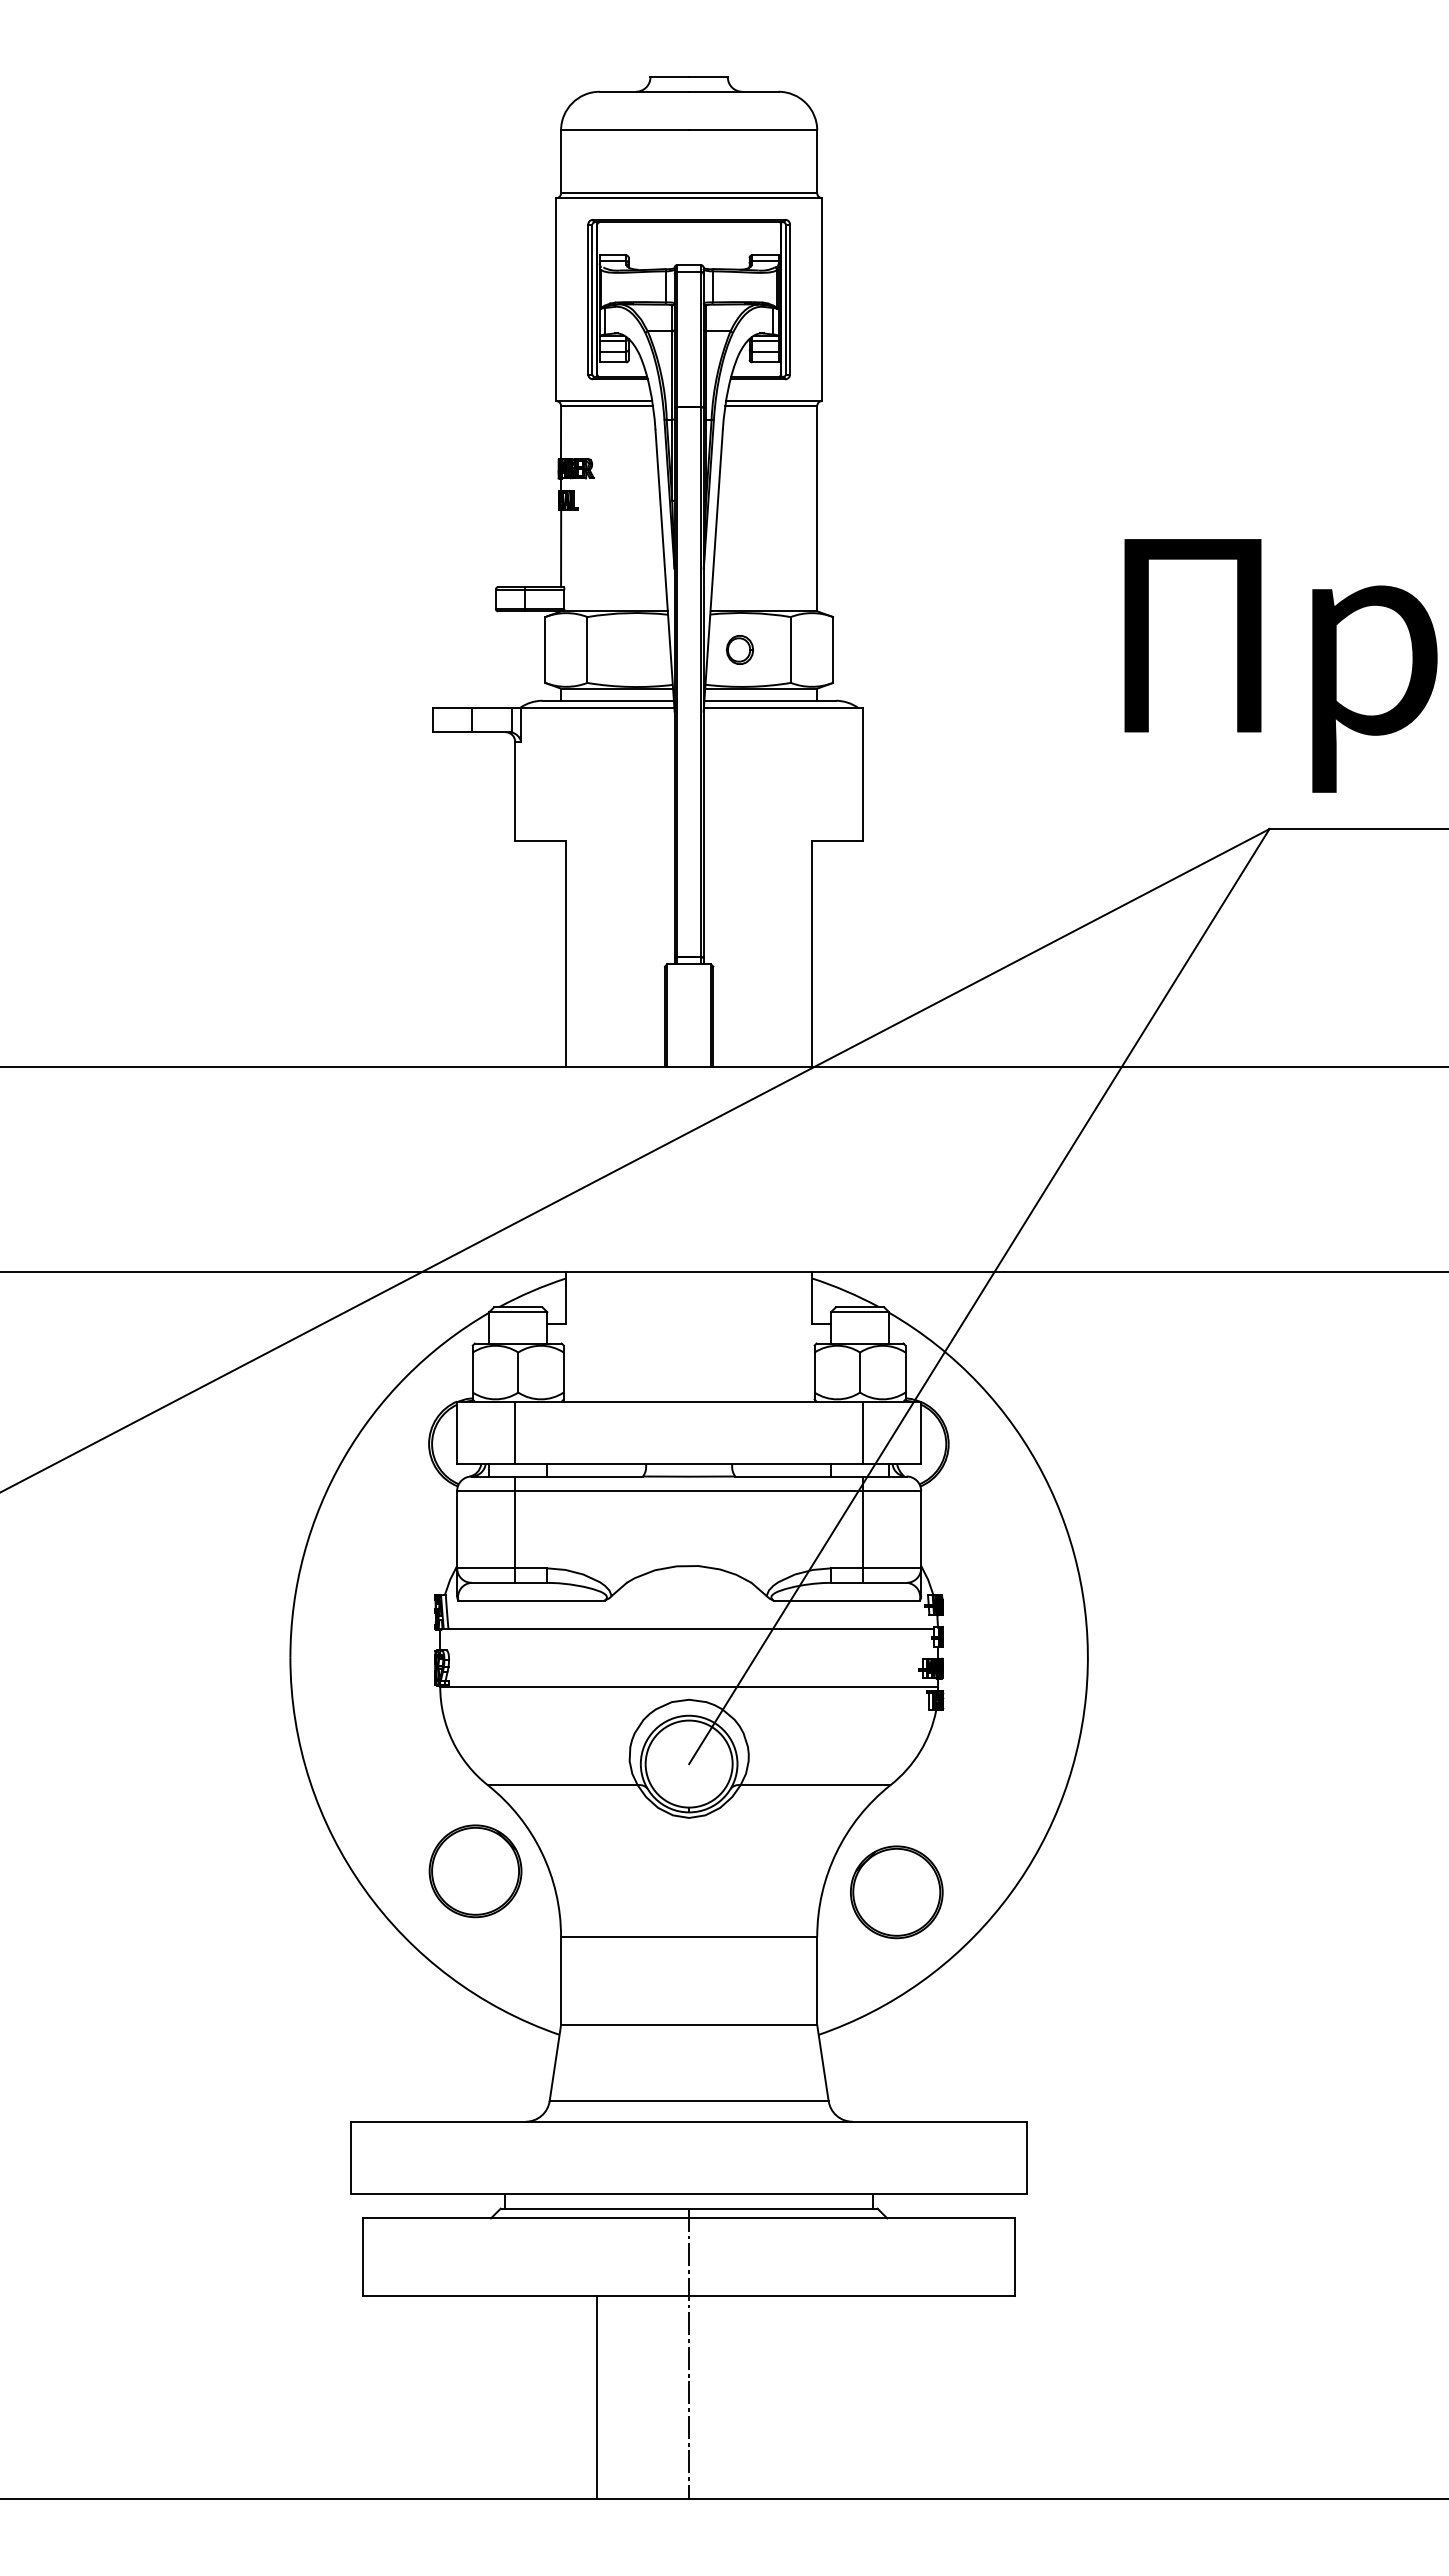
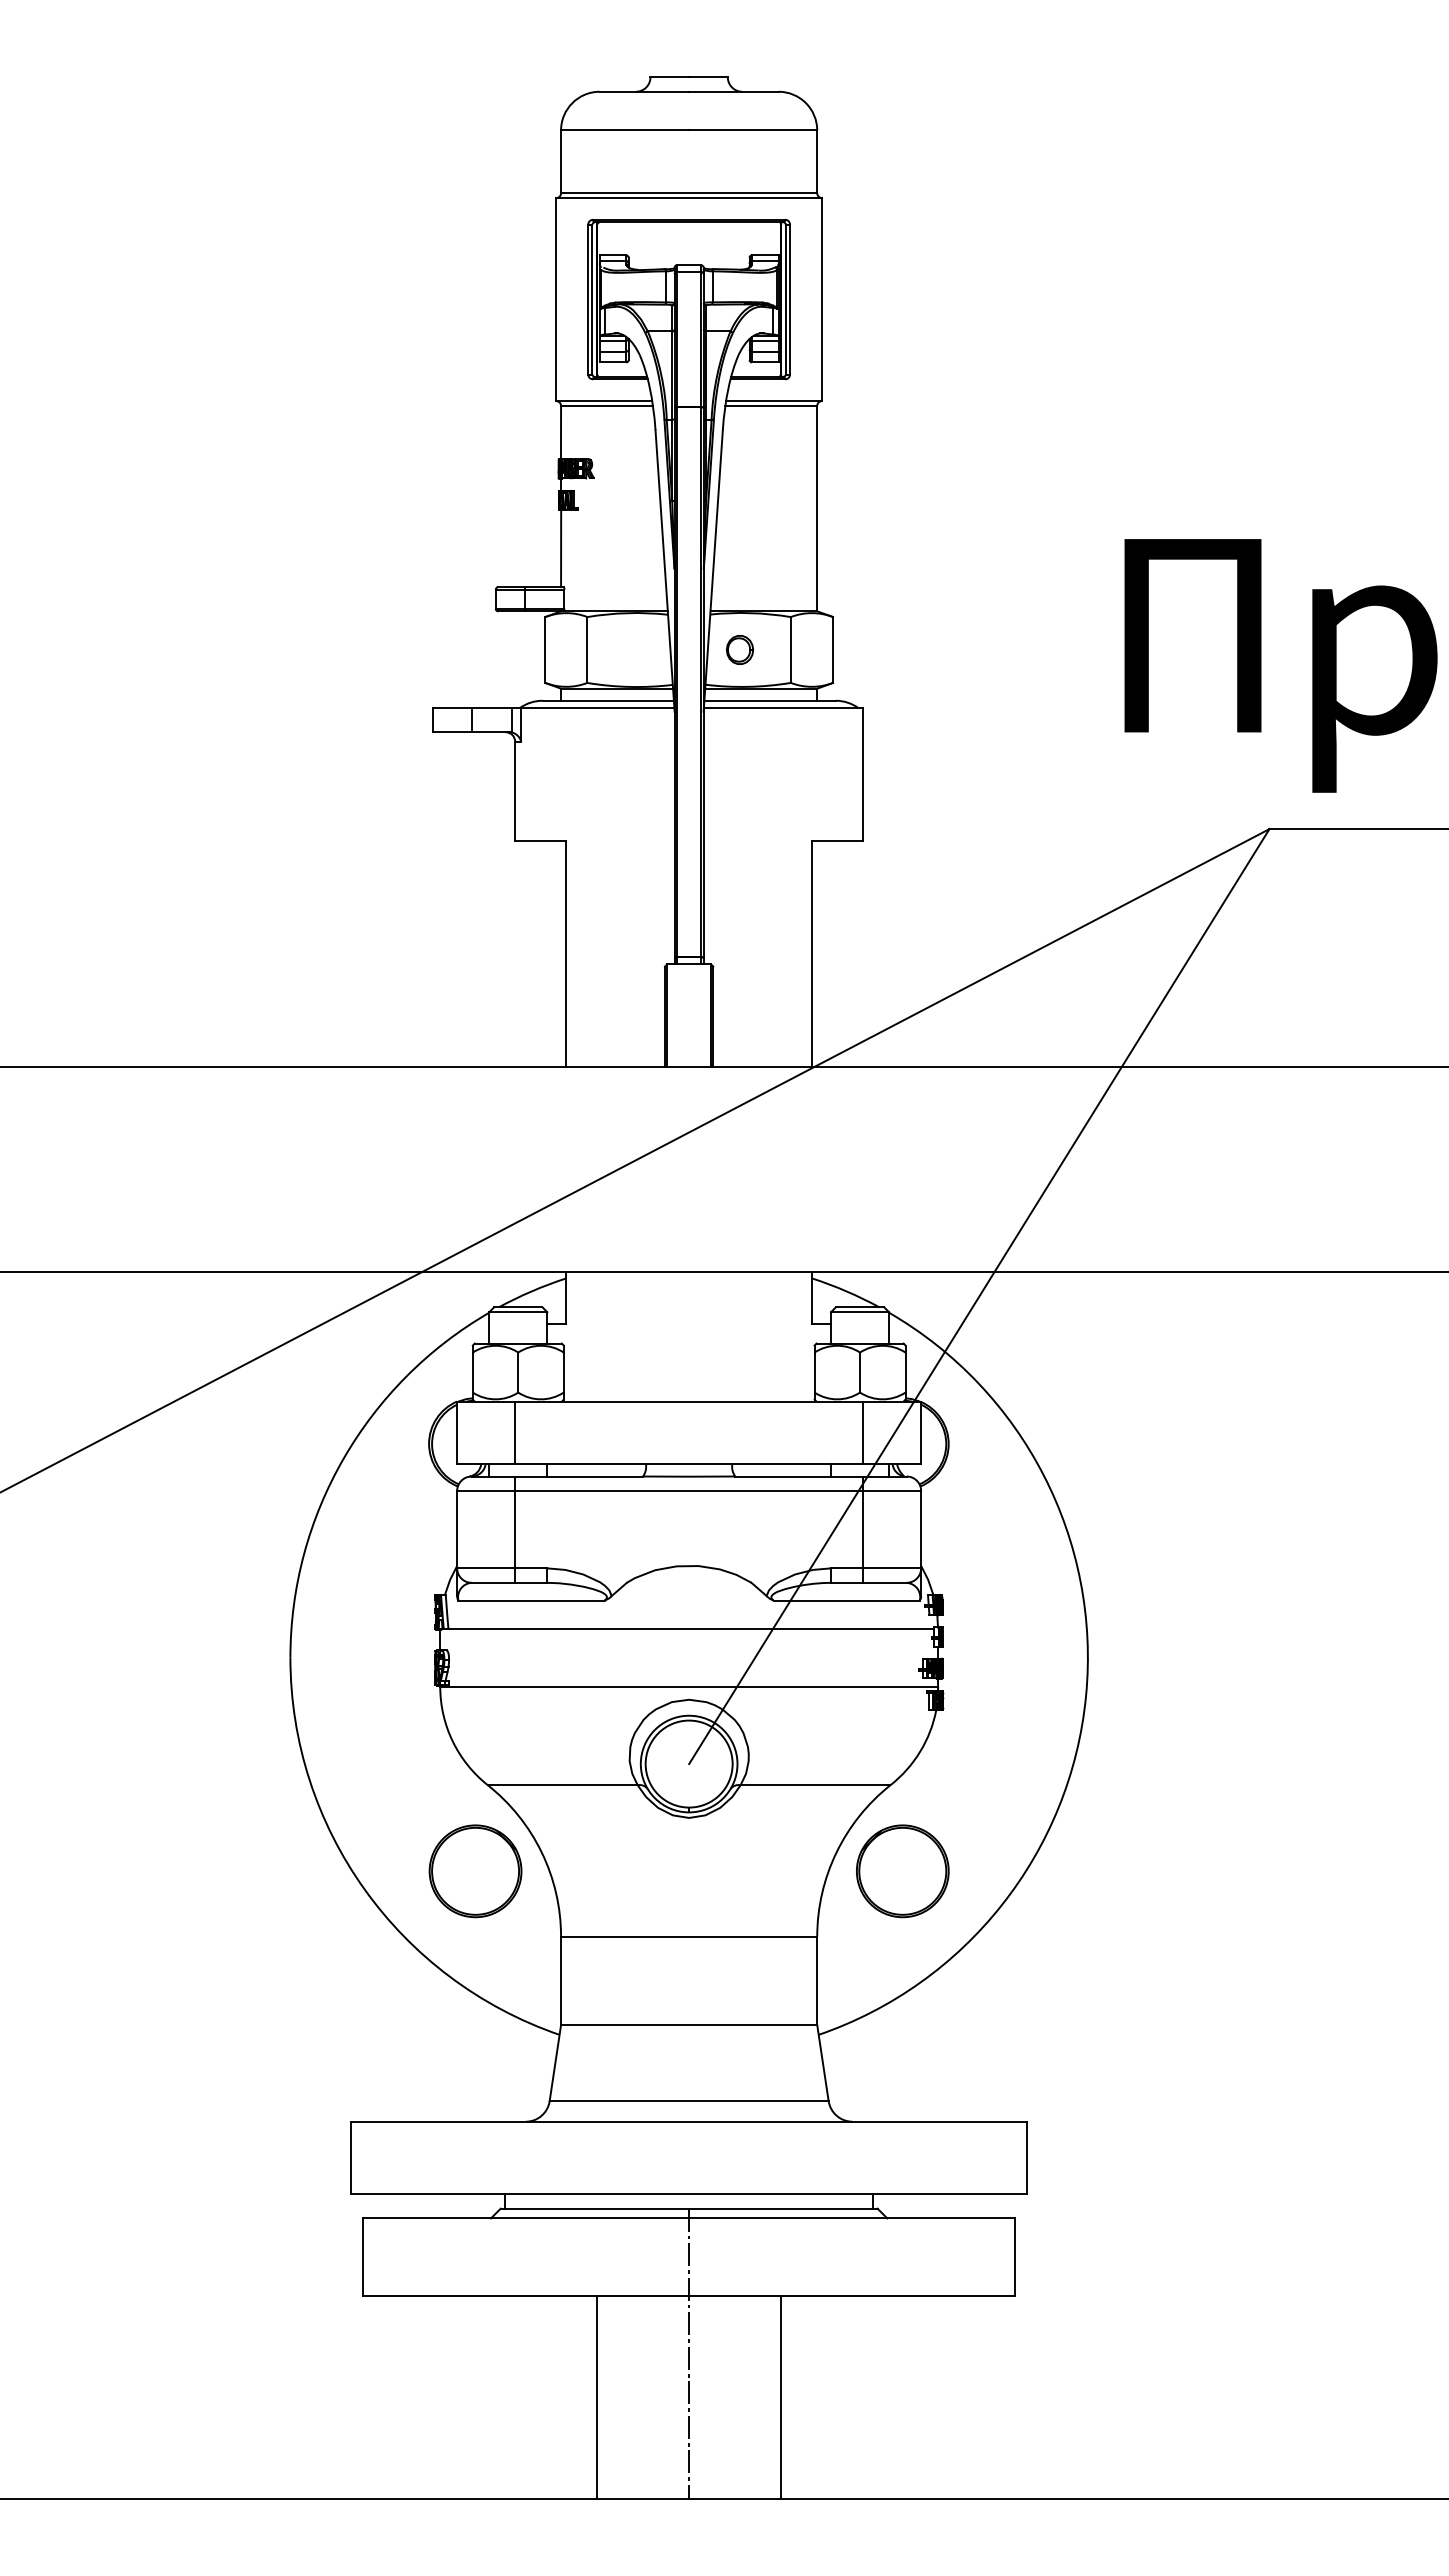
part at (896, 1892) position: (896, 1892) -> (902, 1871)
line at (780, 2396): none -> present
